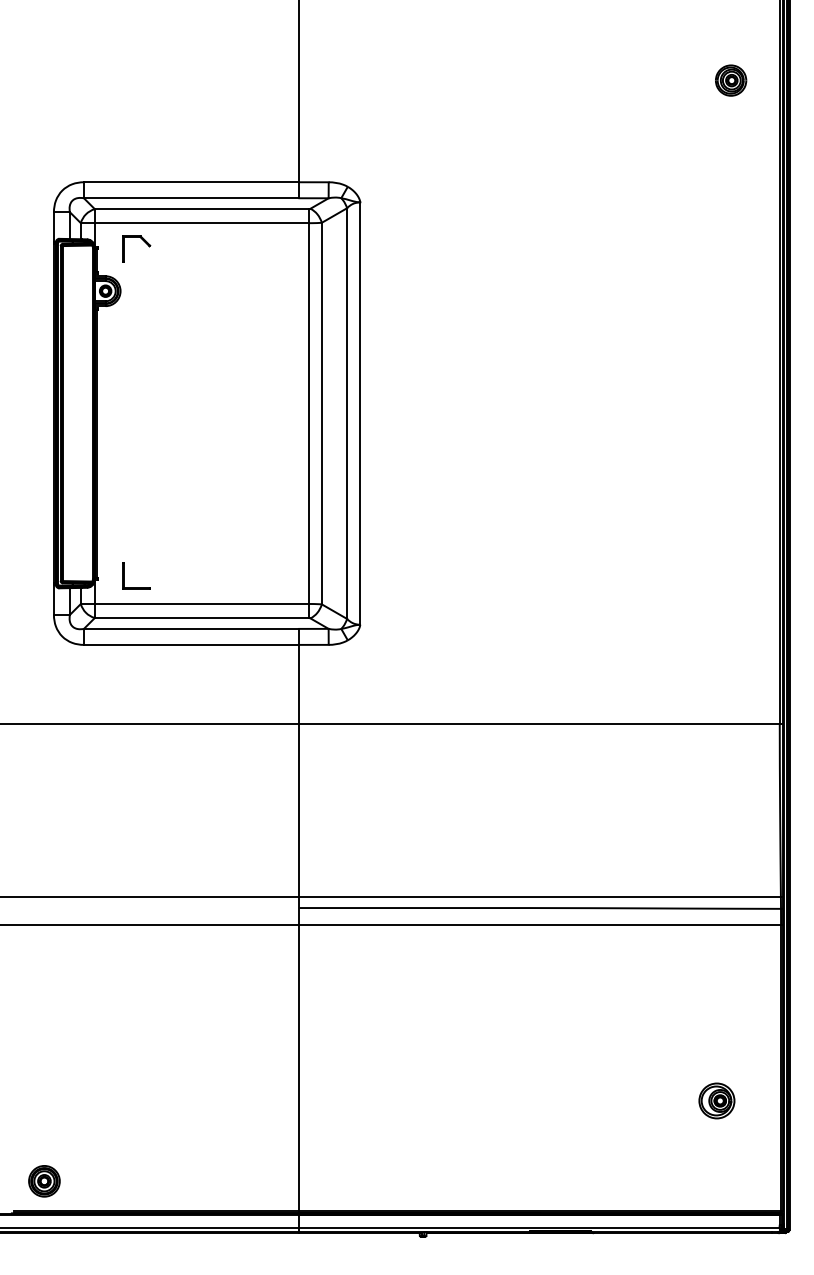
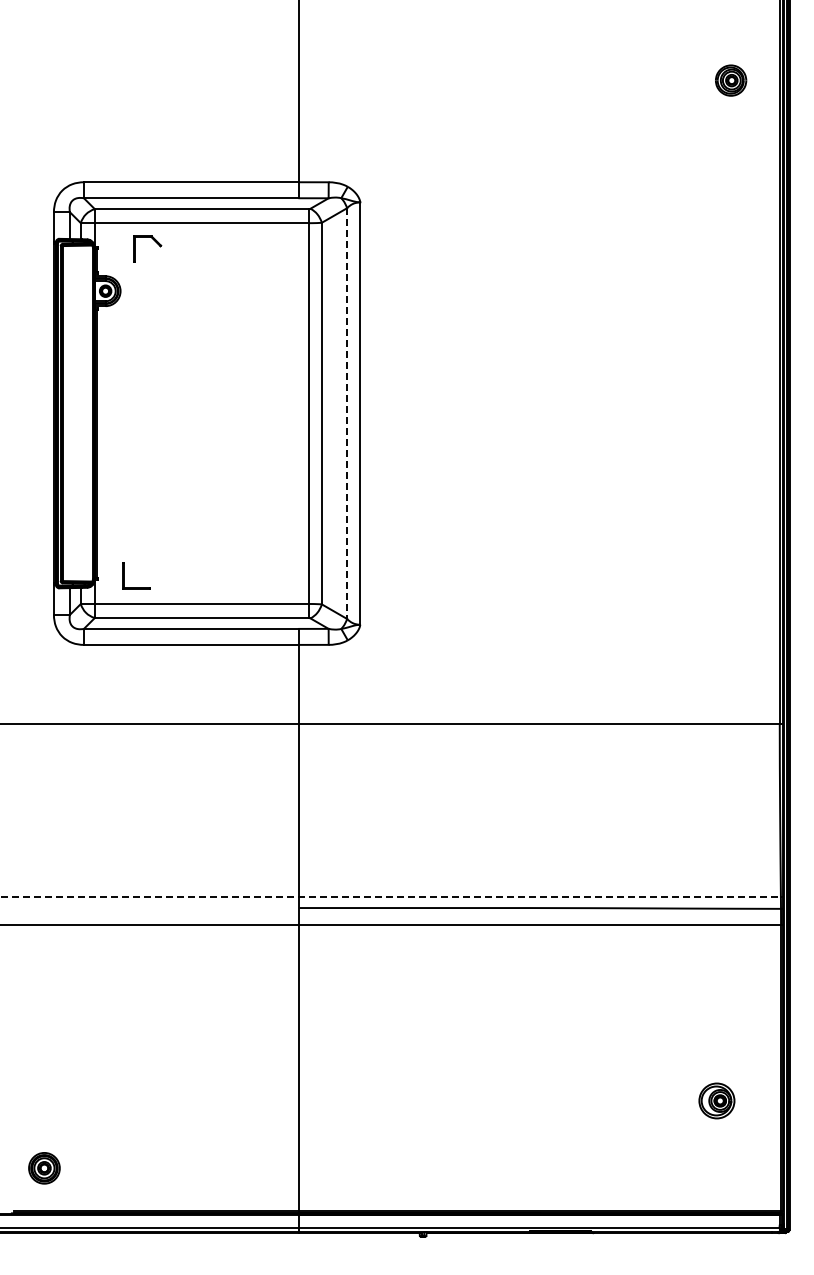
part at (143, 241) position: (143, 241) -> (154, 241)
line at (347, 414): solid -> dashed
line at (391, 897): solid -> dashed
part at (44, 1181) position: (44, 1181) -> (44, 1168)
